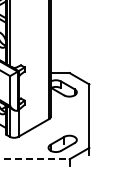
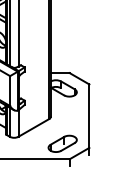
line at (18, 34): none -> present
line at (35, 159): dashed -> solid
